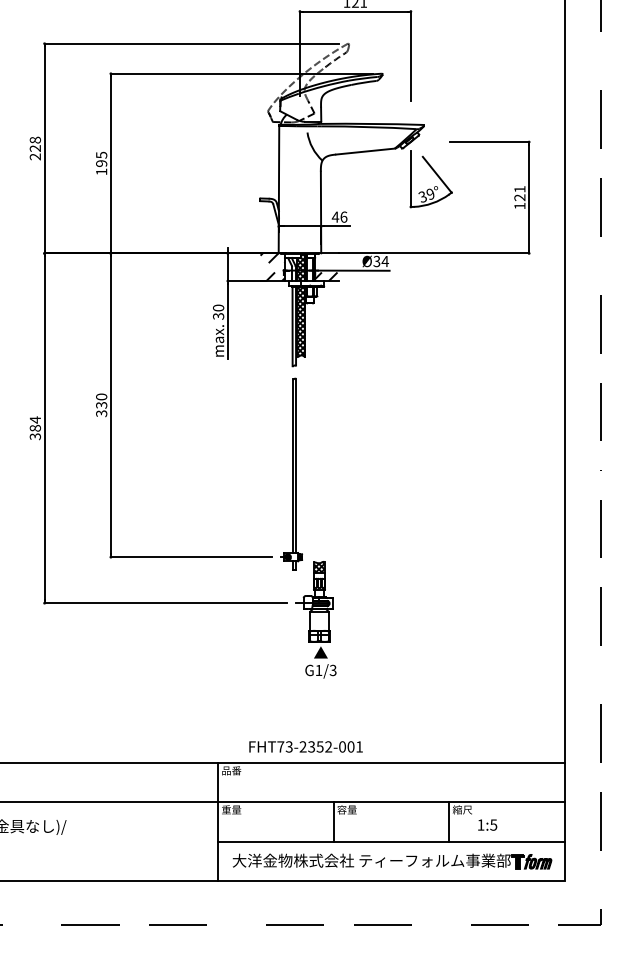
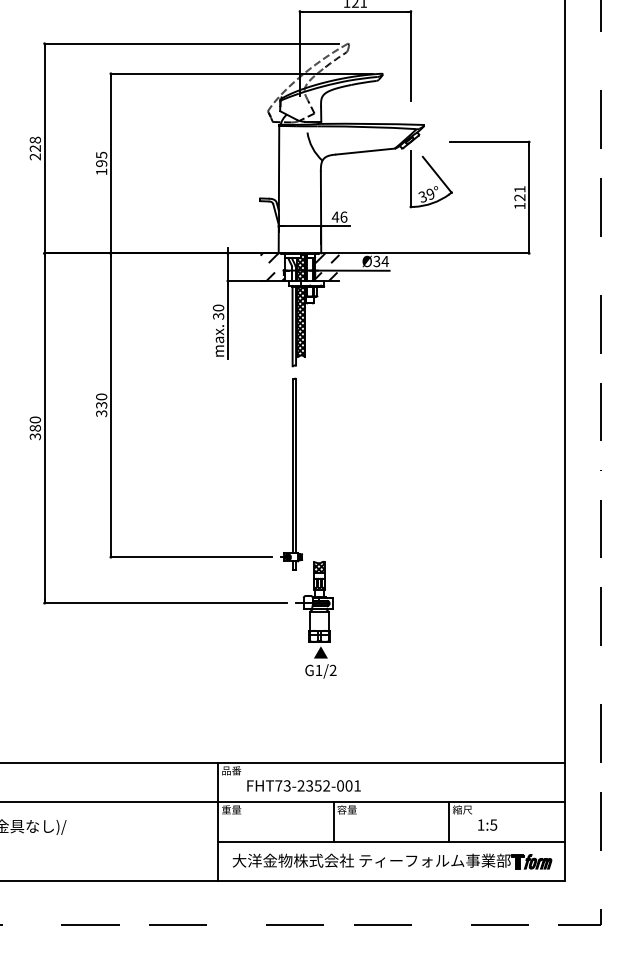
hatch at (327, 258): none -> present
text at (34, 419): 384 -> 380
text at (332, 670): G1/3 -> G1/2
text at (305, 746) position: (305, 746) -> (303, 785)
